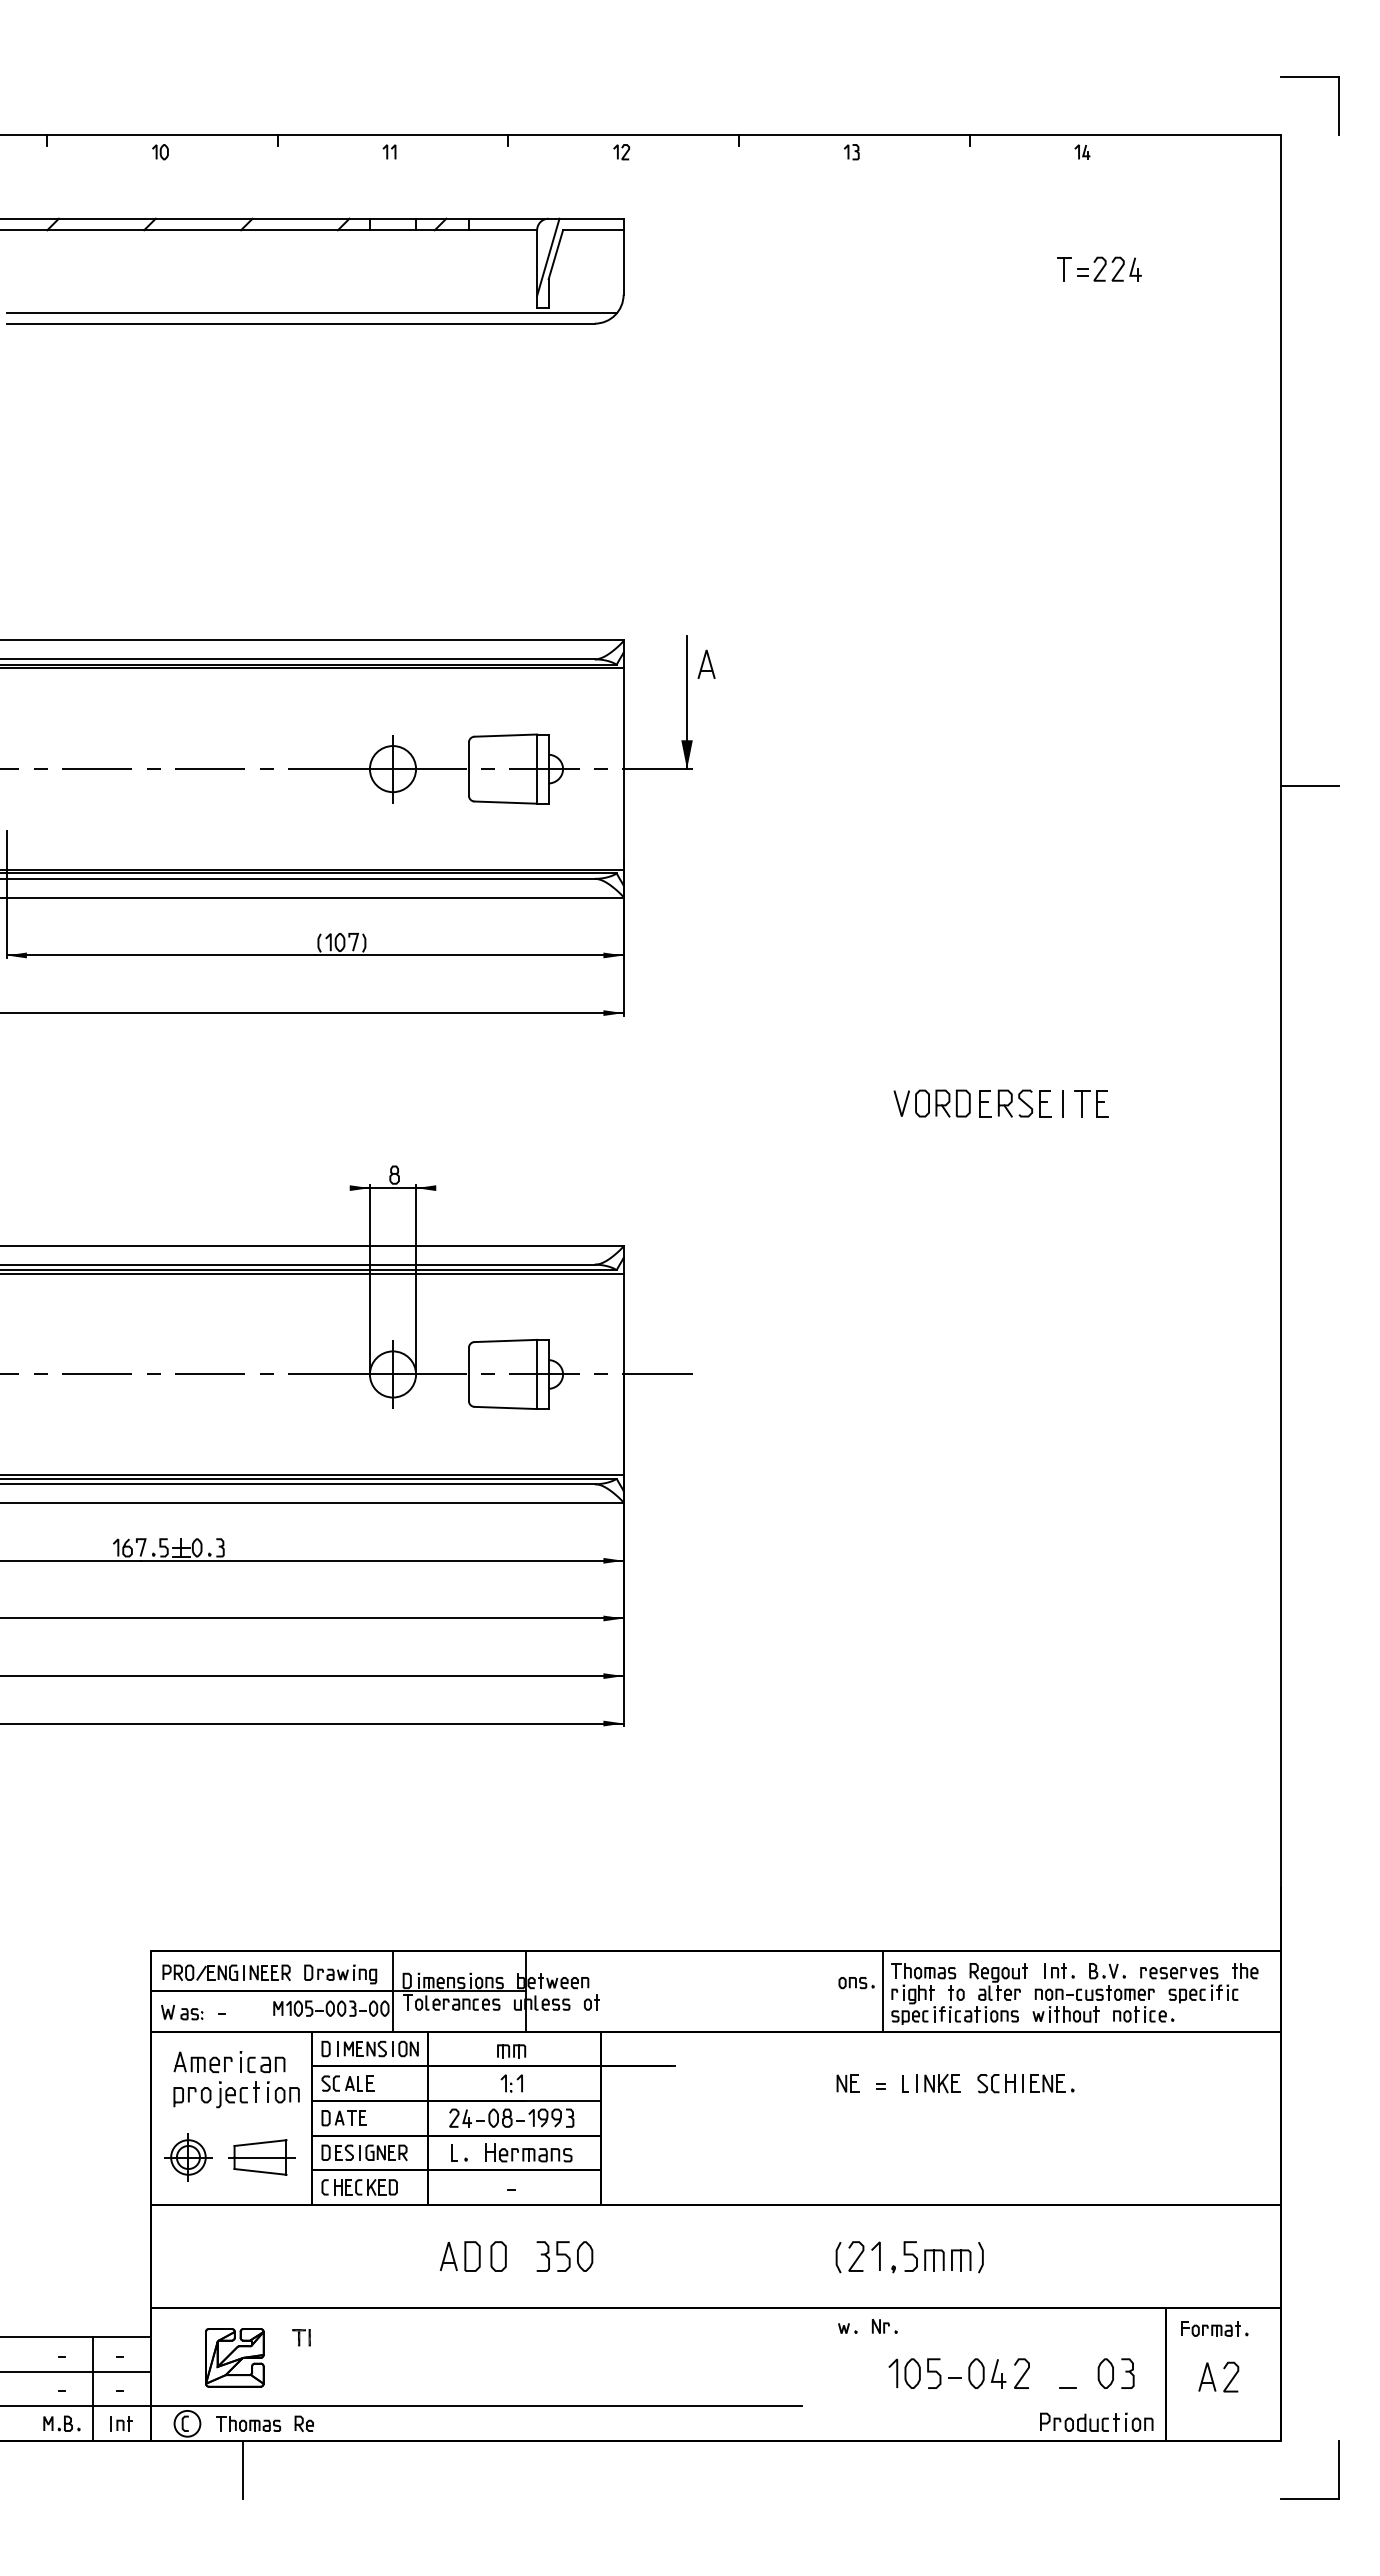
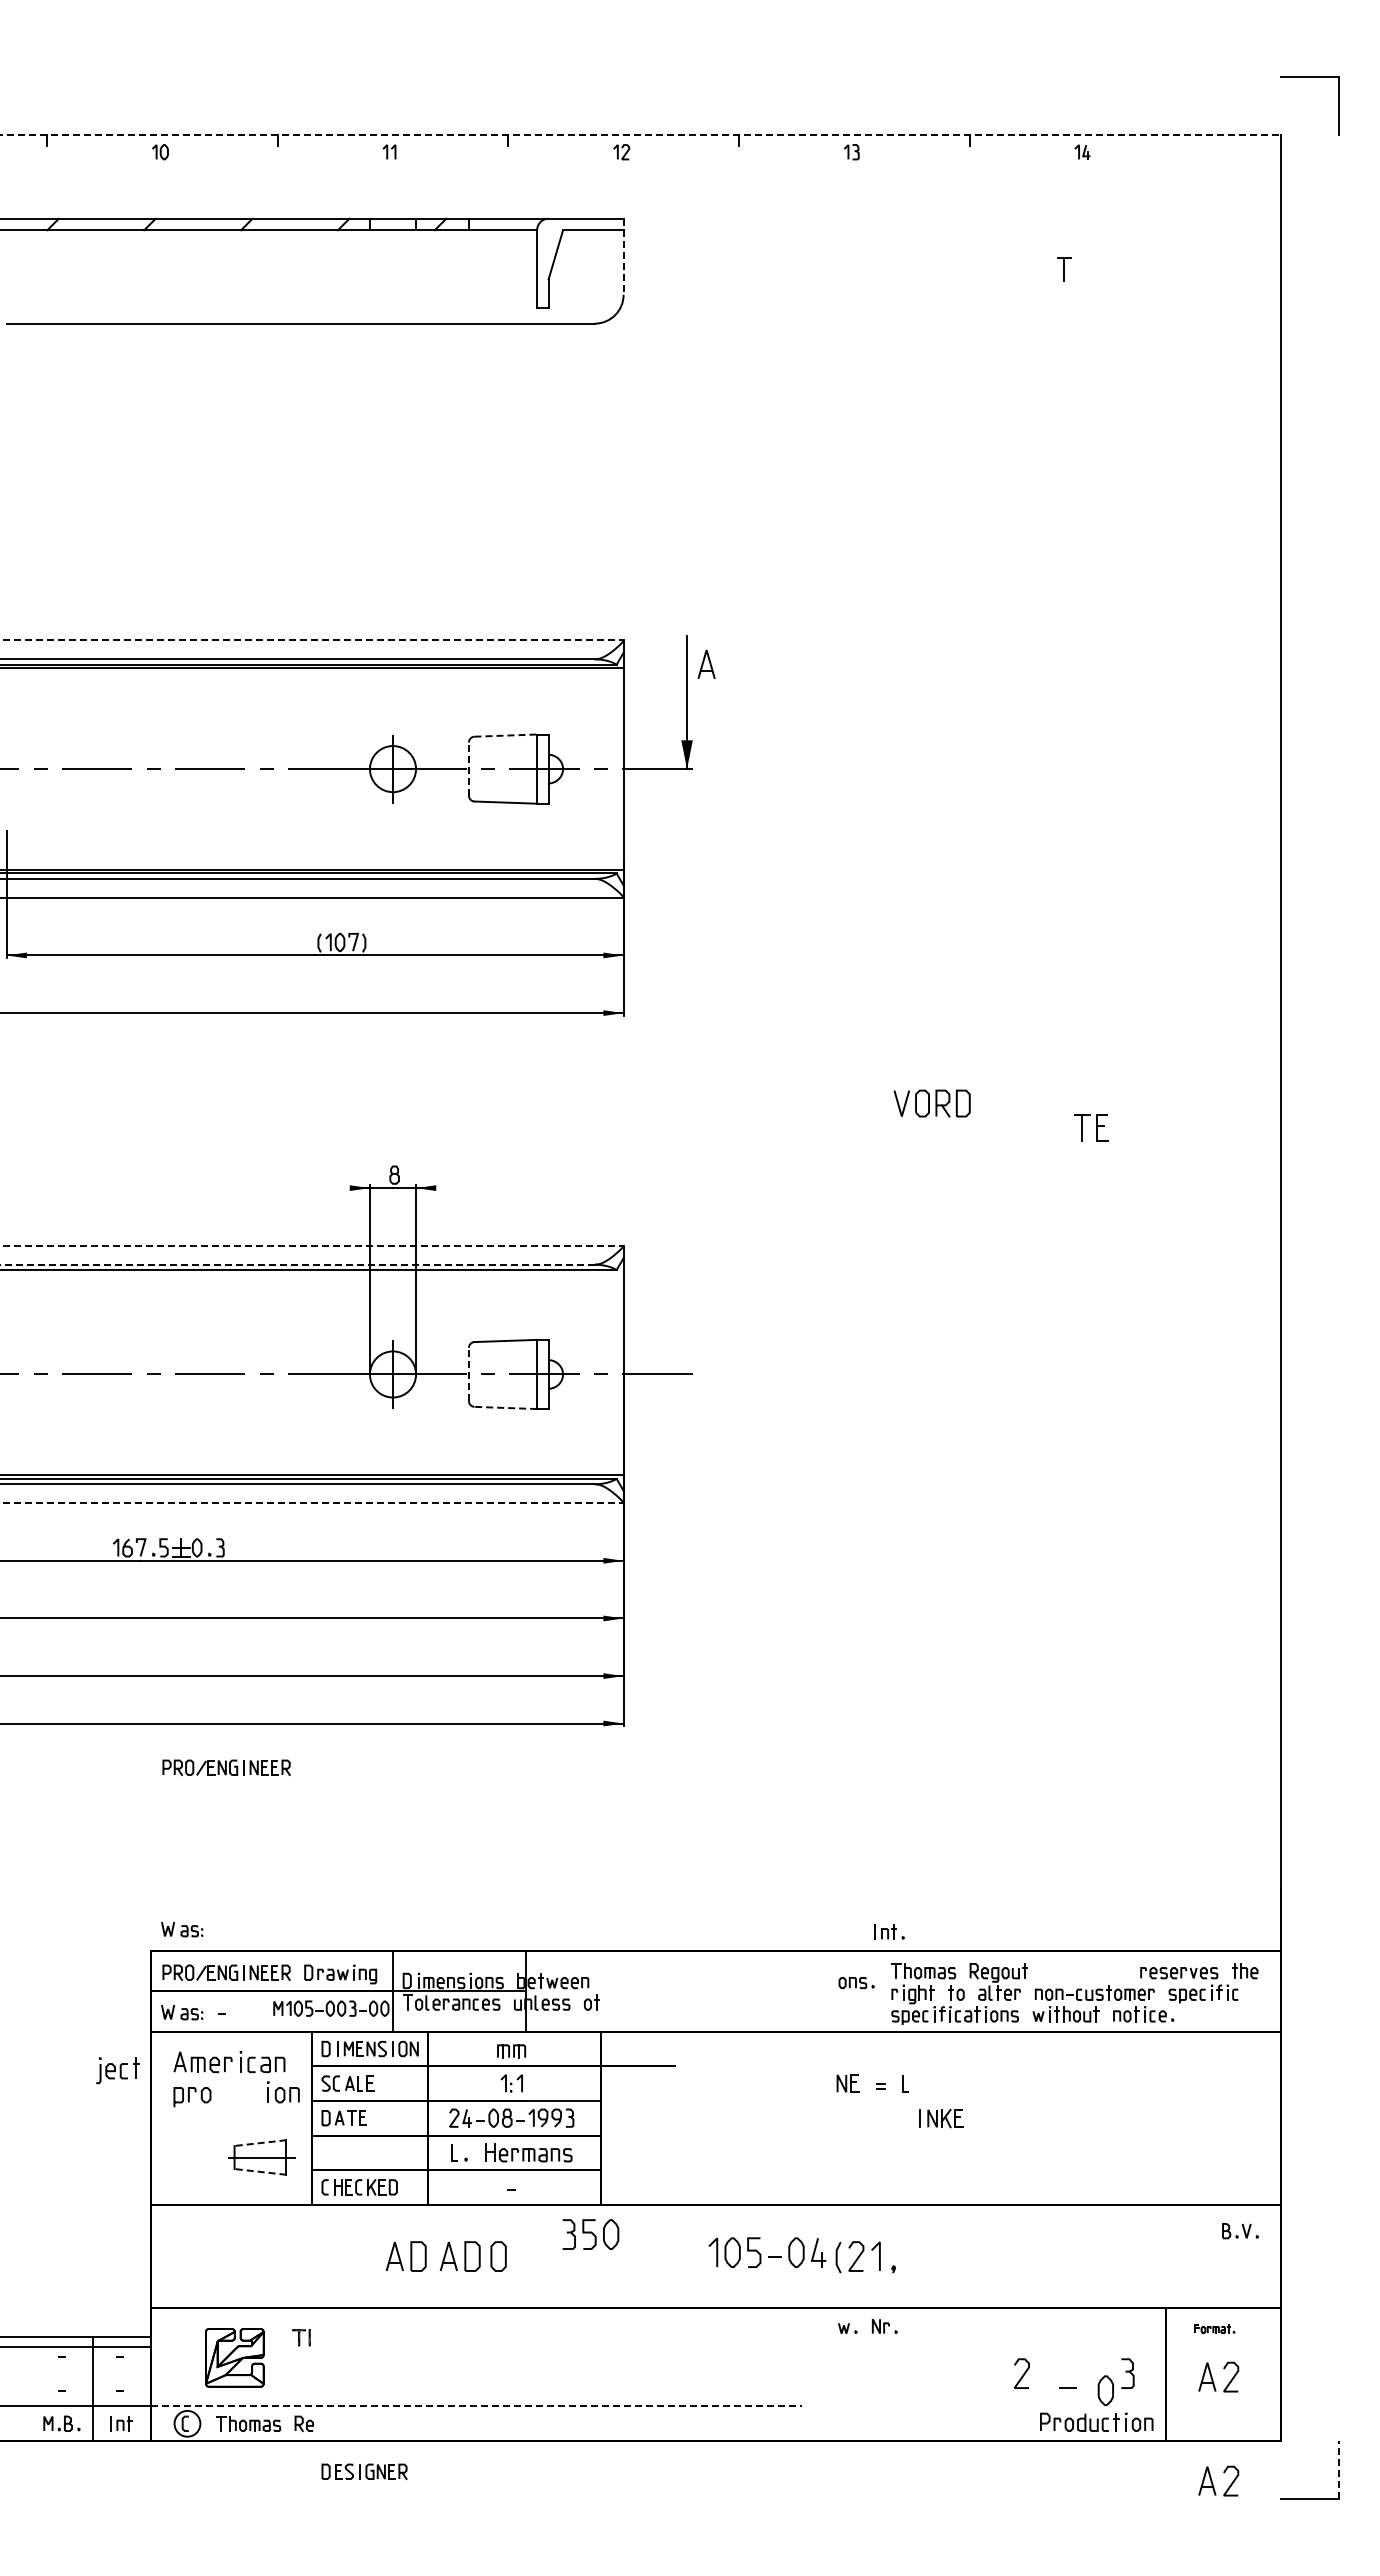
line at (641, 134): solid -> dashed
line at (548, 256): present -> none
line at (623, 257): solid -> dashed
part at (1109, 268): present -> none
line at (311, 313): present -> none
line at (312, 640): solid -> dashed
line at (506, 735): solid -> dashed
line at (468, 769): solid -> dashed
line at (1309, 786): present -> none
part at (1015, 1103): present -> none
line at (1063, 1103): present -> none
part at (1091, 1103) position: (1091, 1103) -> (1091, 1127)
line at (312, 1245): solid -> dashed
line at (296, 1264): solid -> dashed
line at (312, 1273): present -> none
line at (468, 1374): solid -> dashed
line at (505, 1407): solid -> dashed
line at (312, 1503): solid -> dashed
part at (226, 1767): none -> present
part at (182, 1929): none -> present
part at (1059, 1970) position: (1059, 1970) -> (889, 1931)
part at (1107, 1971) position: (1107, 1971) -> (1240, 2231)
line at (883, 1991): present -> none
part at (938, 2083) position: (938, 2083) -> (941, 2118)
part at (1025, 2083): present -> none
part at (237, 2094) position: (237, 2094) -> (117, 2070)
line at (260, 2143): solid -> dashed
part at (364, 2152) position: (364, 2152) -> (364, 2471)
part at (188, 2157): present -> none
line at (260, 2171): solid -> dashed
part at (405, 2256): none -> present
part at (564, 2256) position: (564, 2256) -> (590, 2234)
part at (943, 2257): present -> none
part at (1214, 2328) size: 68x16 px -> 42x10 px
line at (76, 2371) position: (76, 2371) -> (76, 2346)
part at (947, 2373) position: (947, 2373) -> (767, 2252)
part at (1105, 2373) position: (1105, 2373) -> (1105, 2390)
line at (476, 2406): solid -> dashed
line at (243, 2469): present -> none
line at (1338, 2469): solid -> dashed
part at (1218, 2480): none -> present
